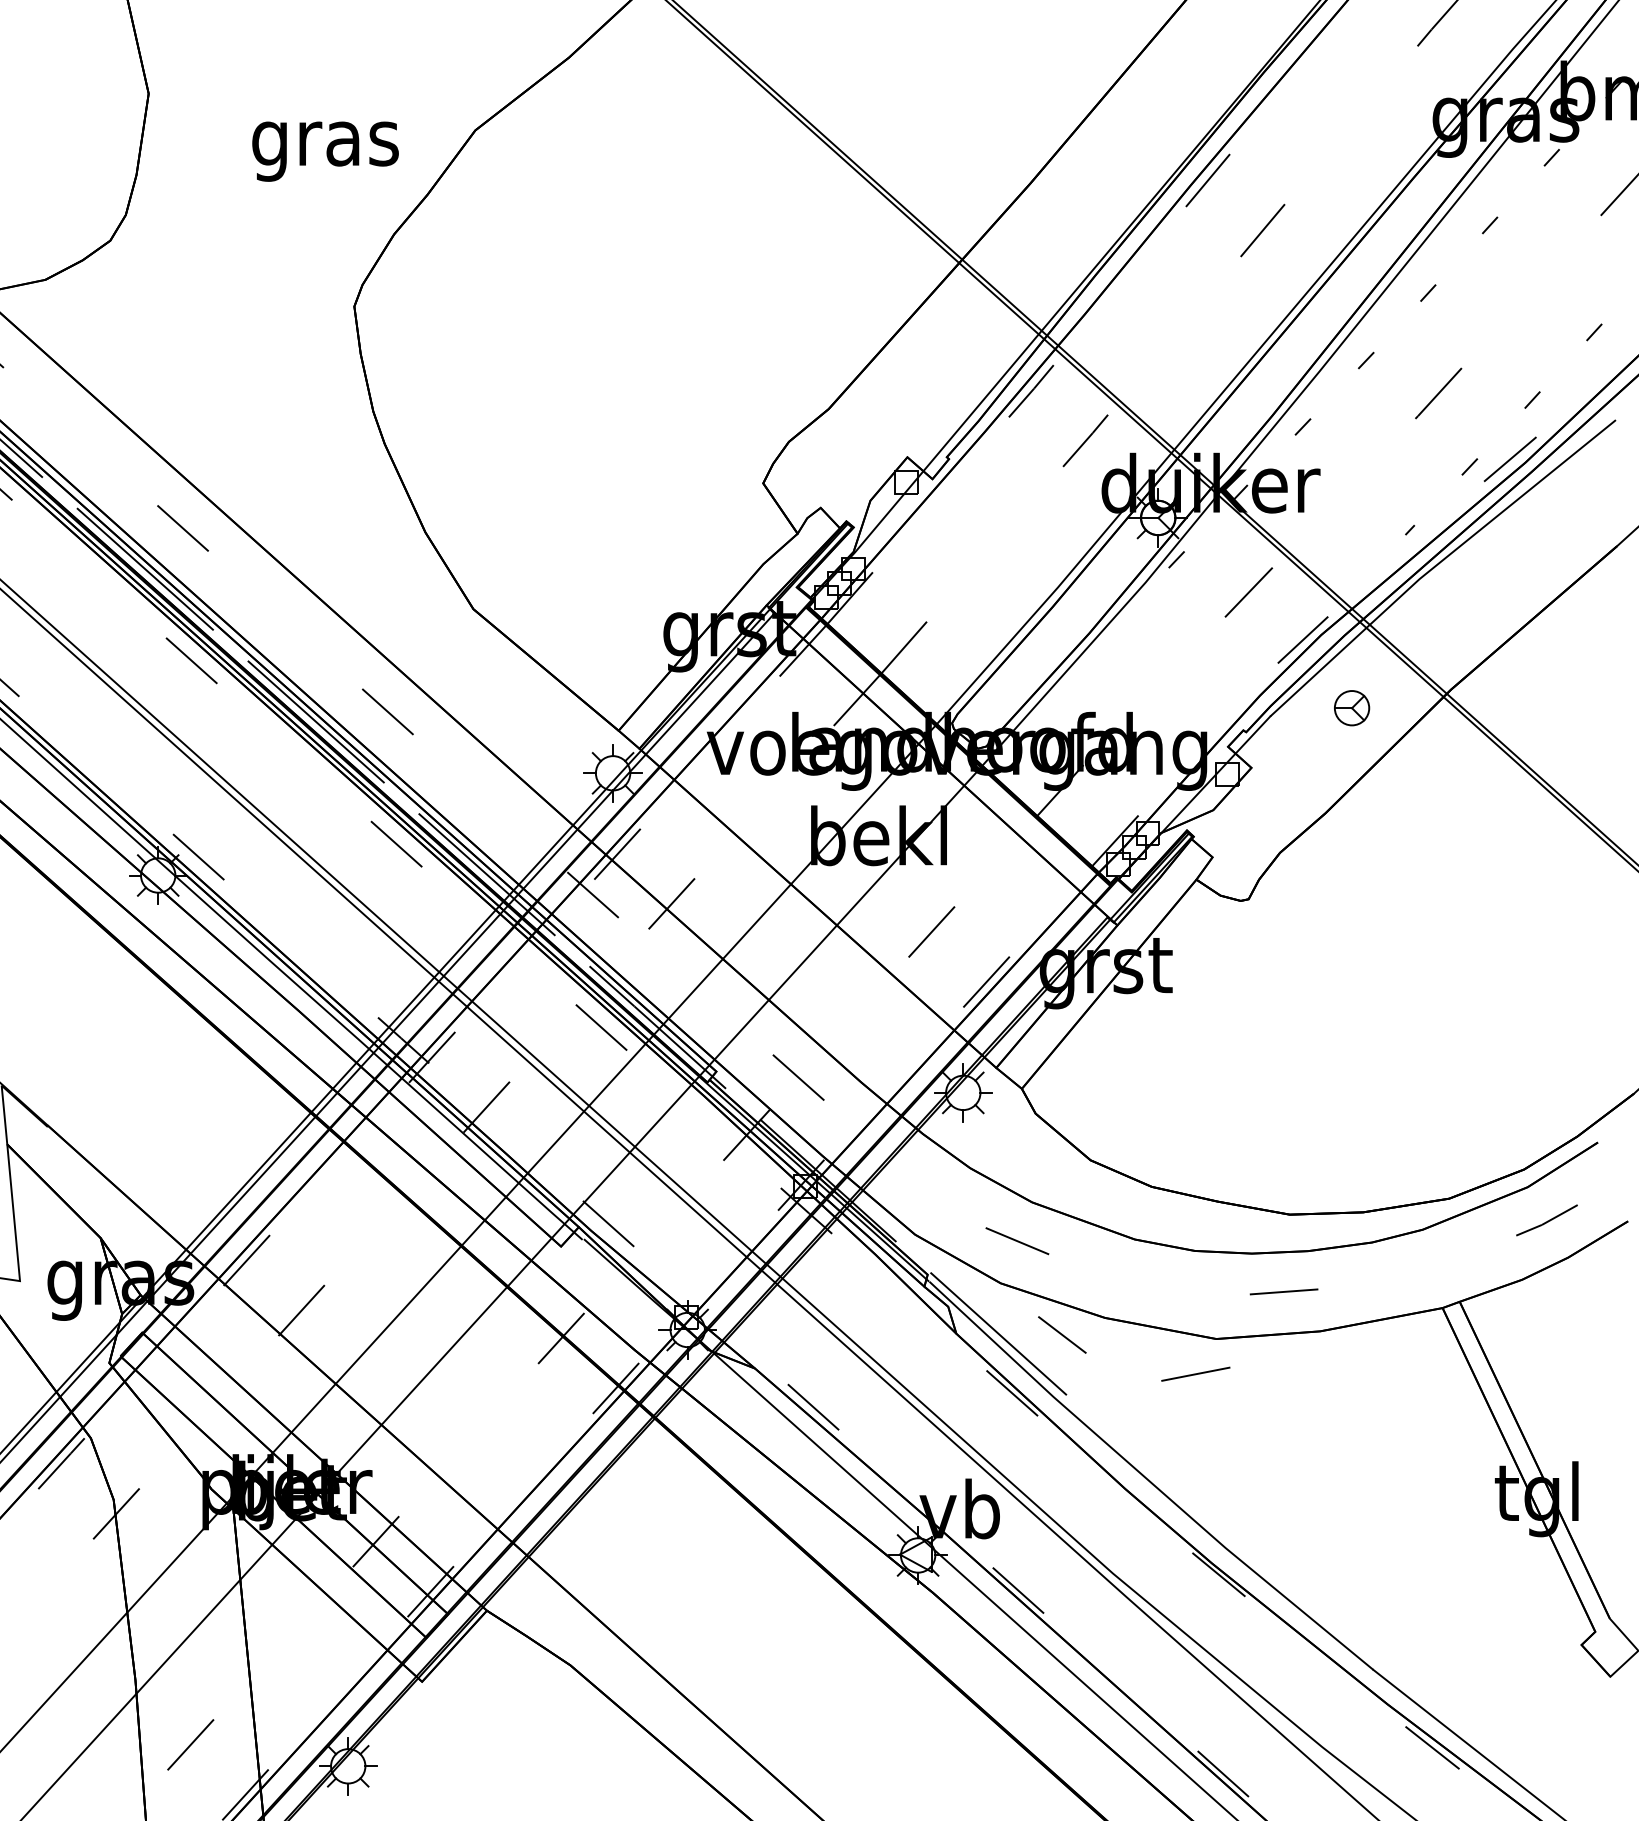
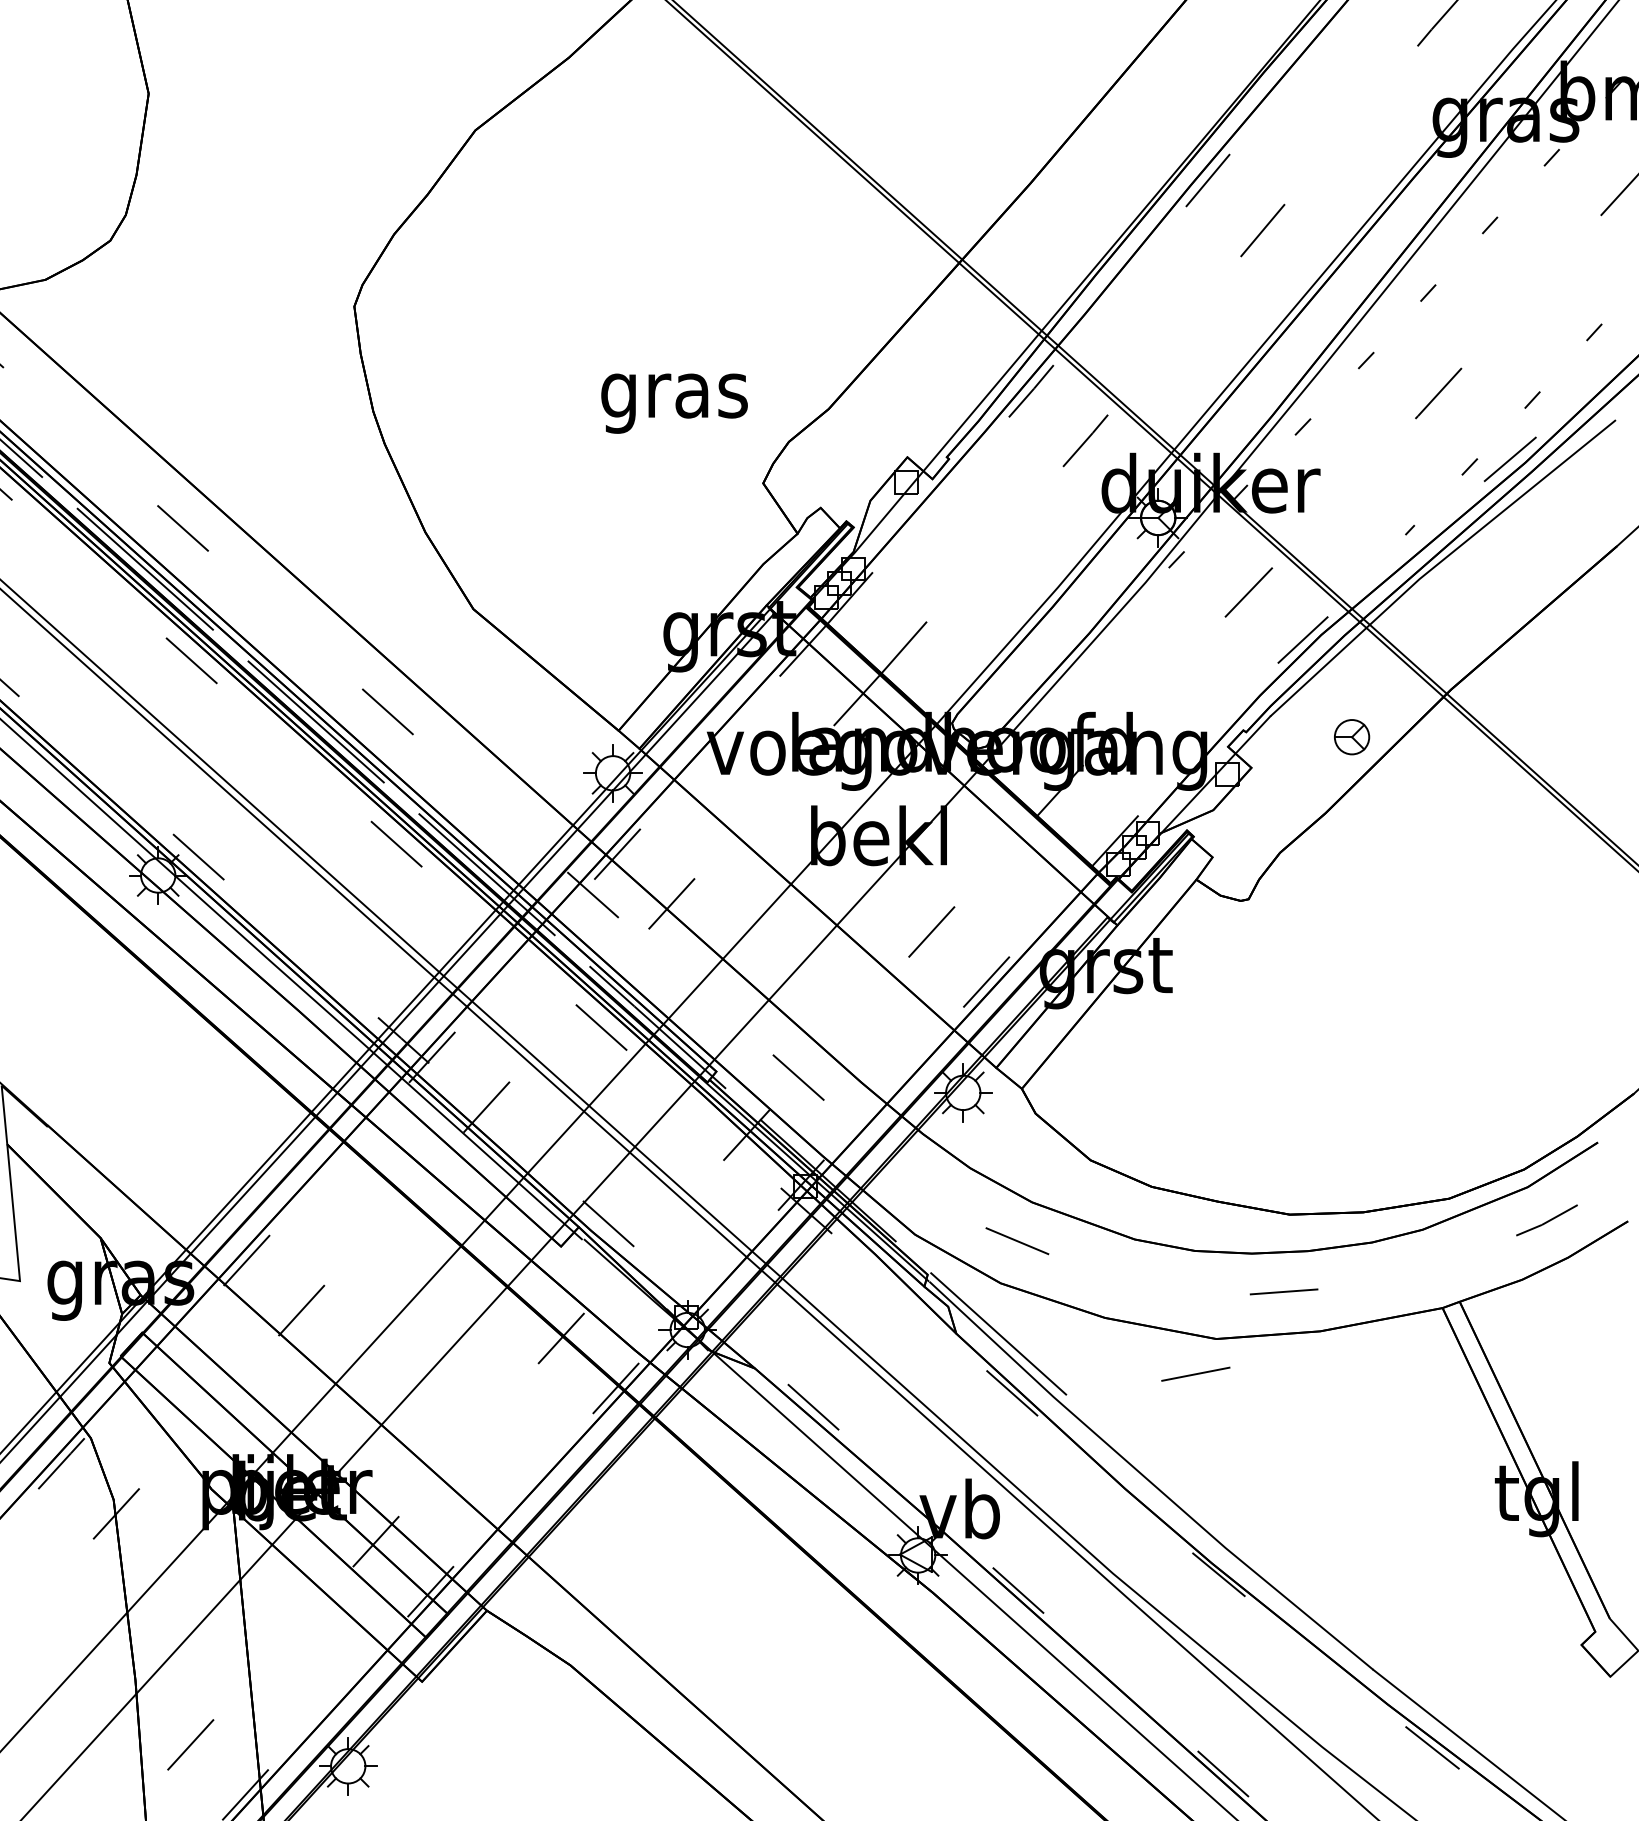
text at (325, 151) position: (325, 151) -> (674, 403)
part at (1352, 708) position: (1352, 708) -> (1352, 737)
line at (1062, 1334): present -> none
